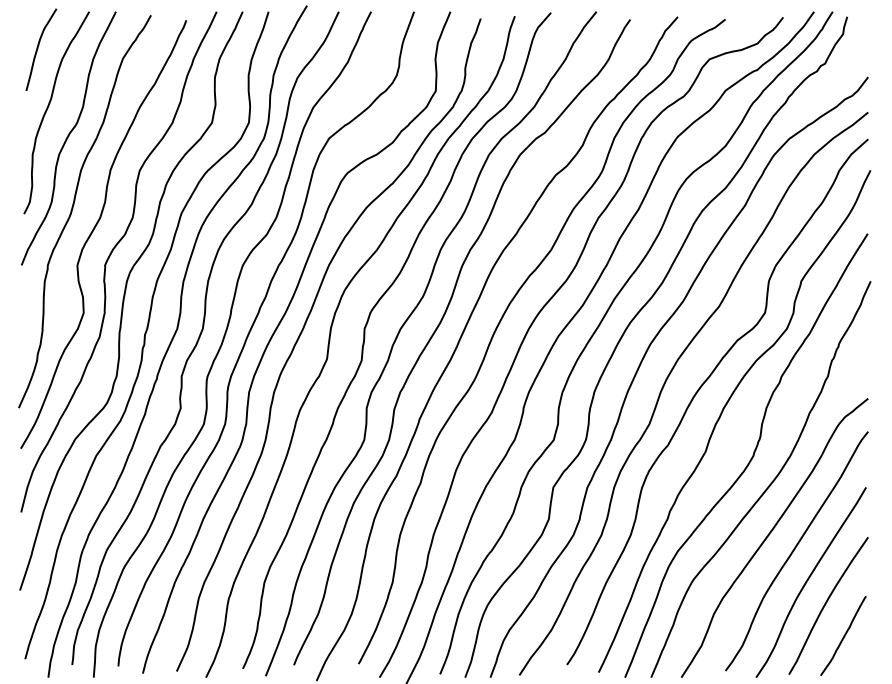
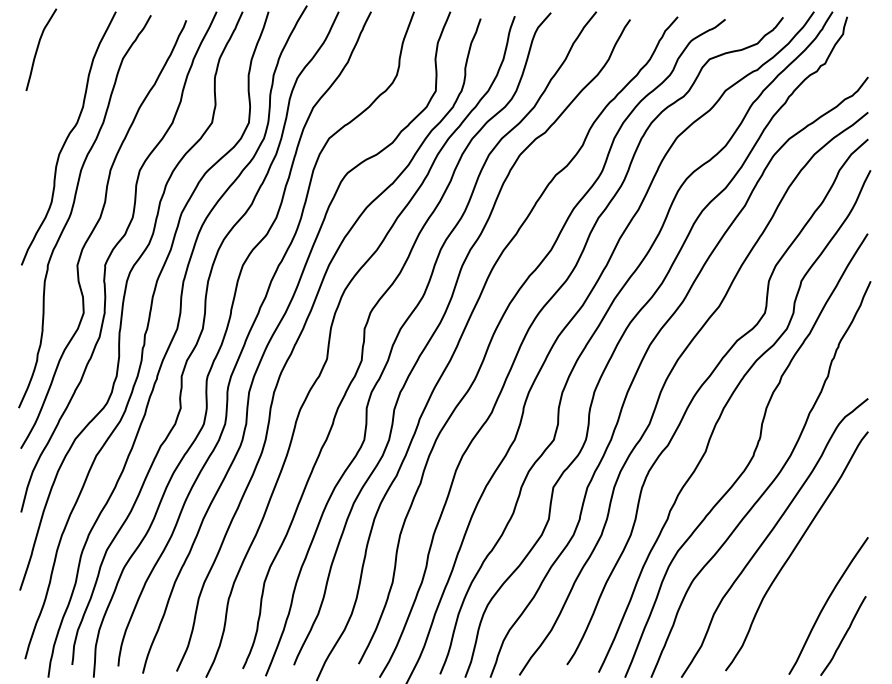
curve at (48, 108): present -> none
curve at (808, 580): present -> none
